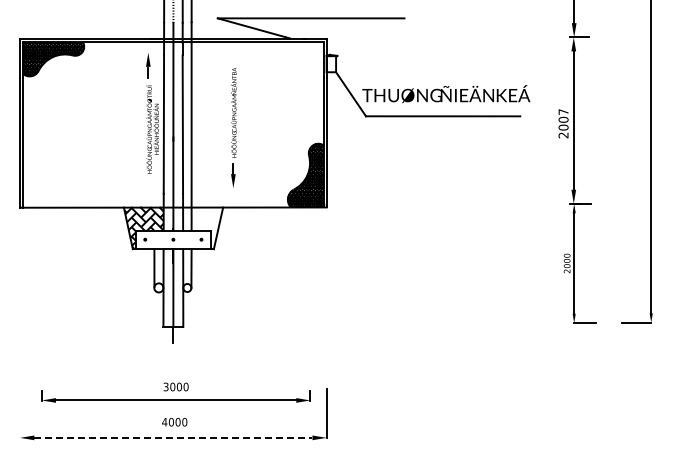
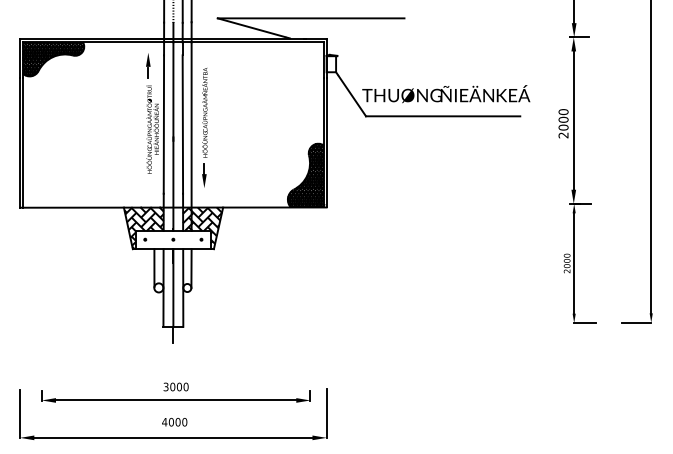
text at (563, 112): 2007 -> 2000
part at (233, 127) position: (233, 127) -> (204, 127)
hatch at (202, 228): none -> present
line at (20, 413): none -> present
line at (173, 437): dashed -> solid
